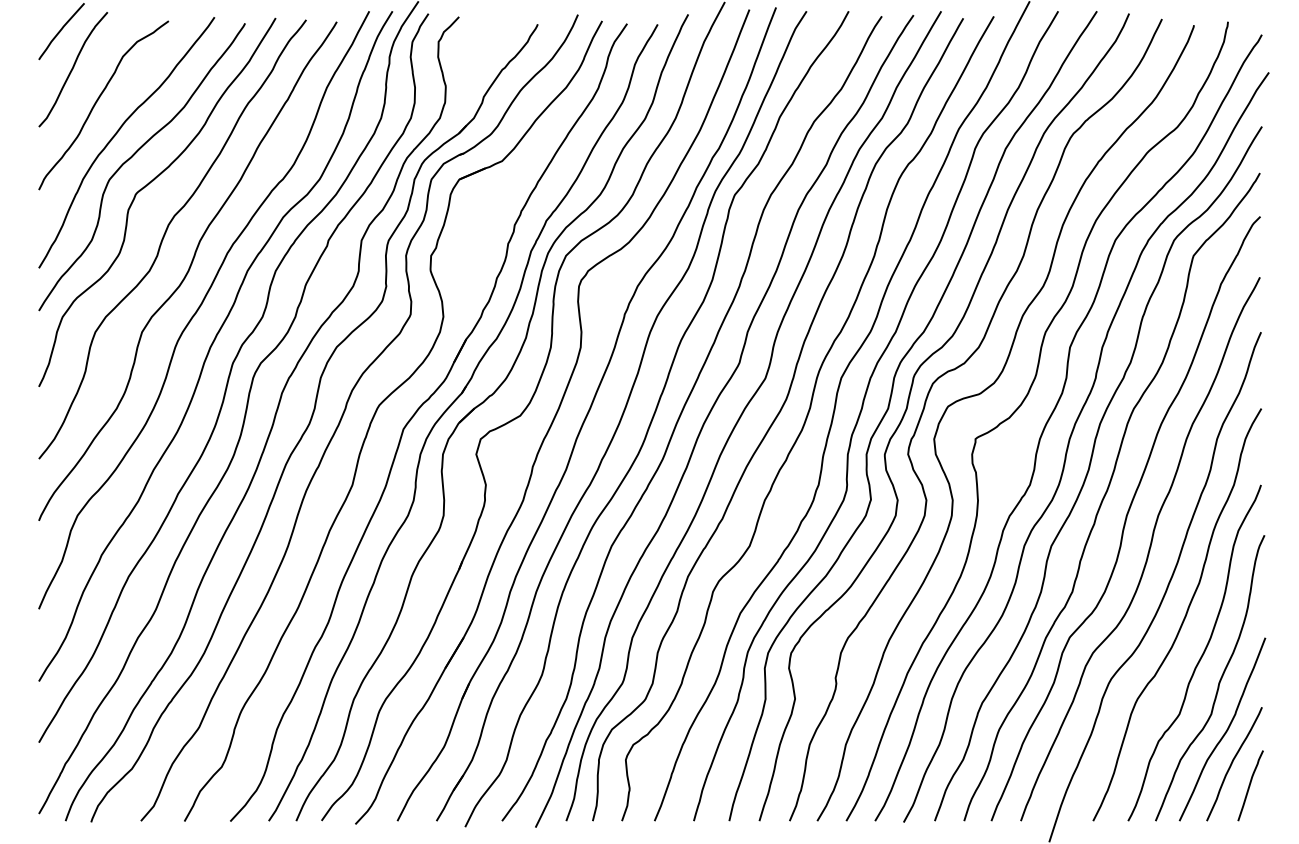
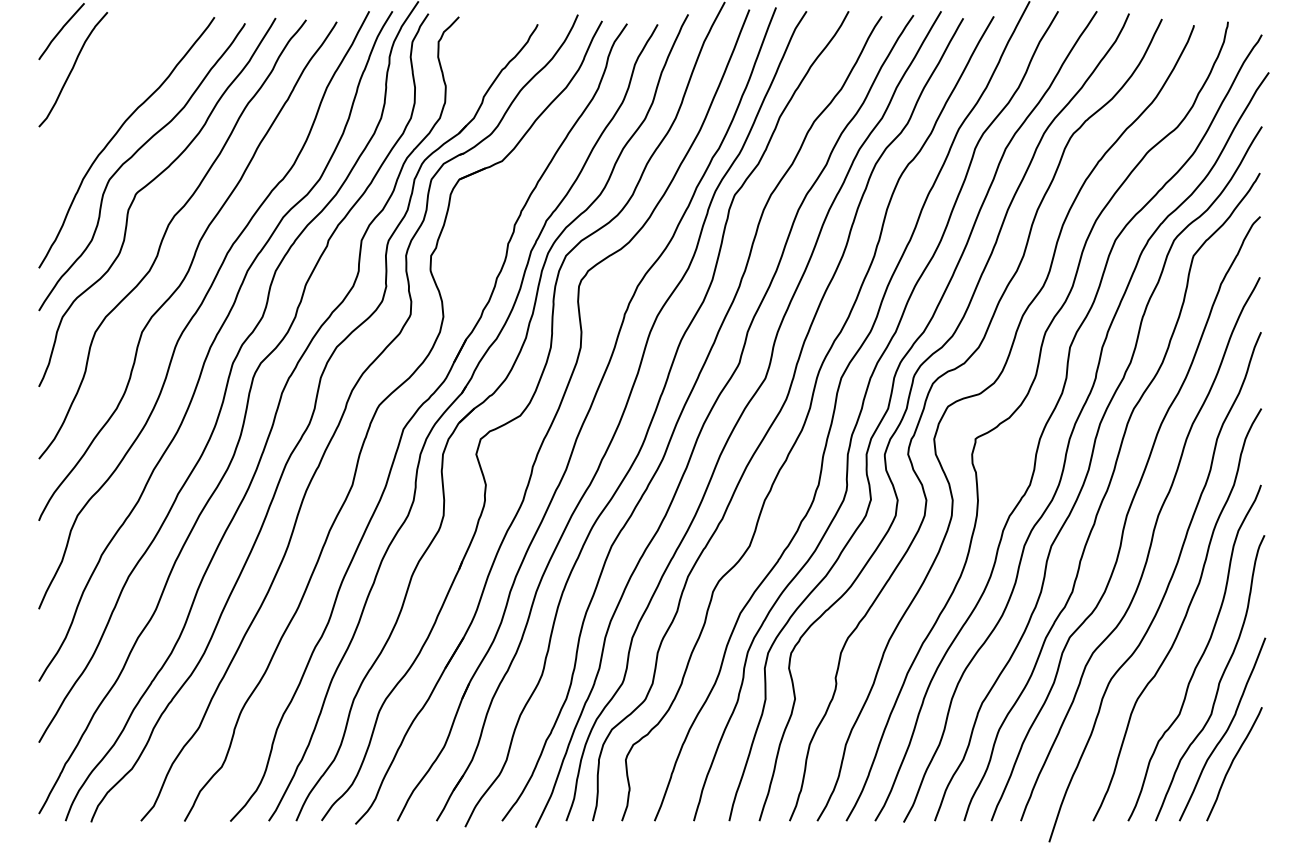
curve at (97, 102): present -> none
curve at (1250, 785): present -> none
